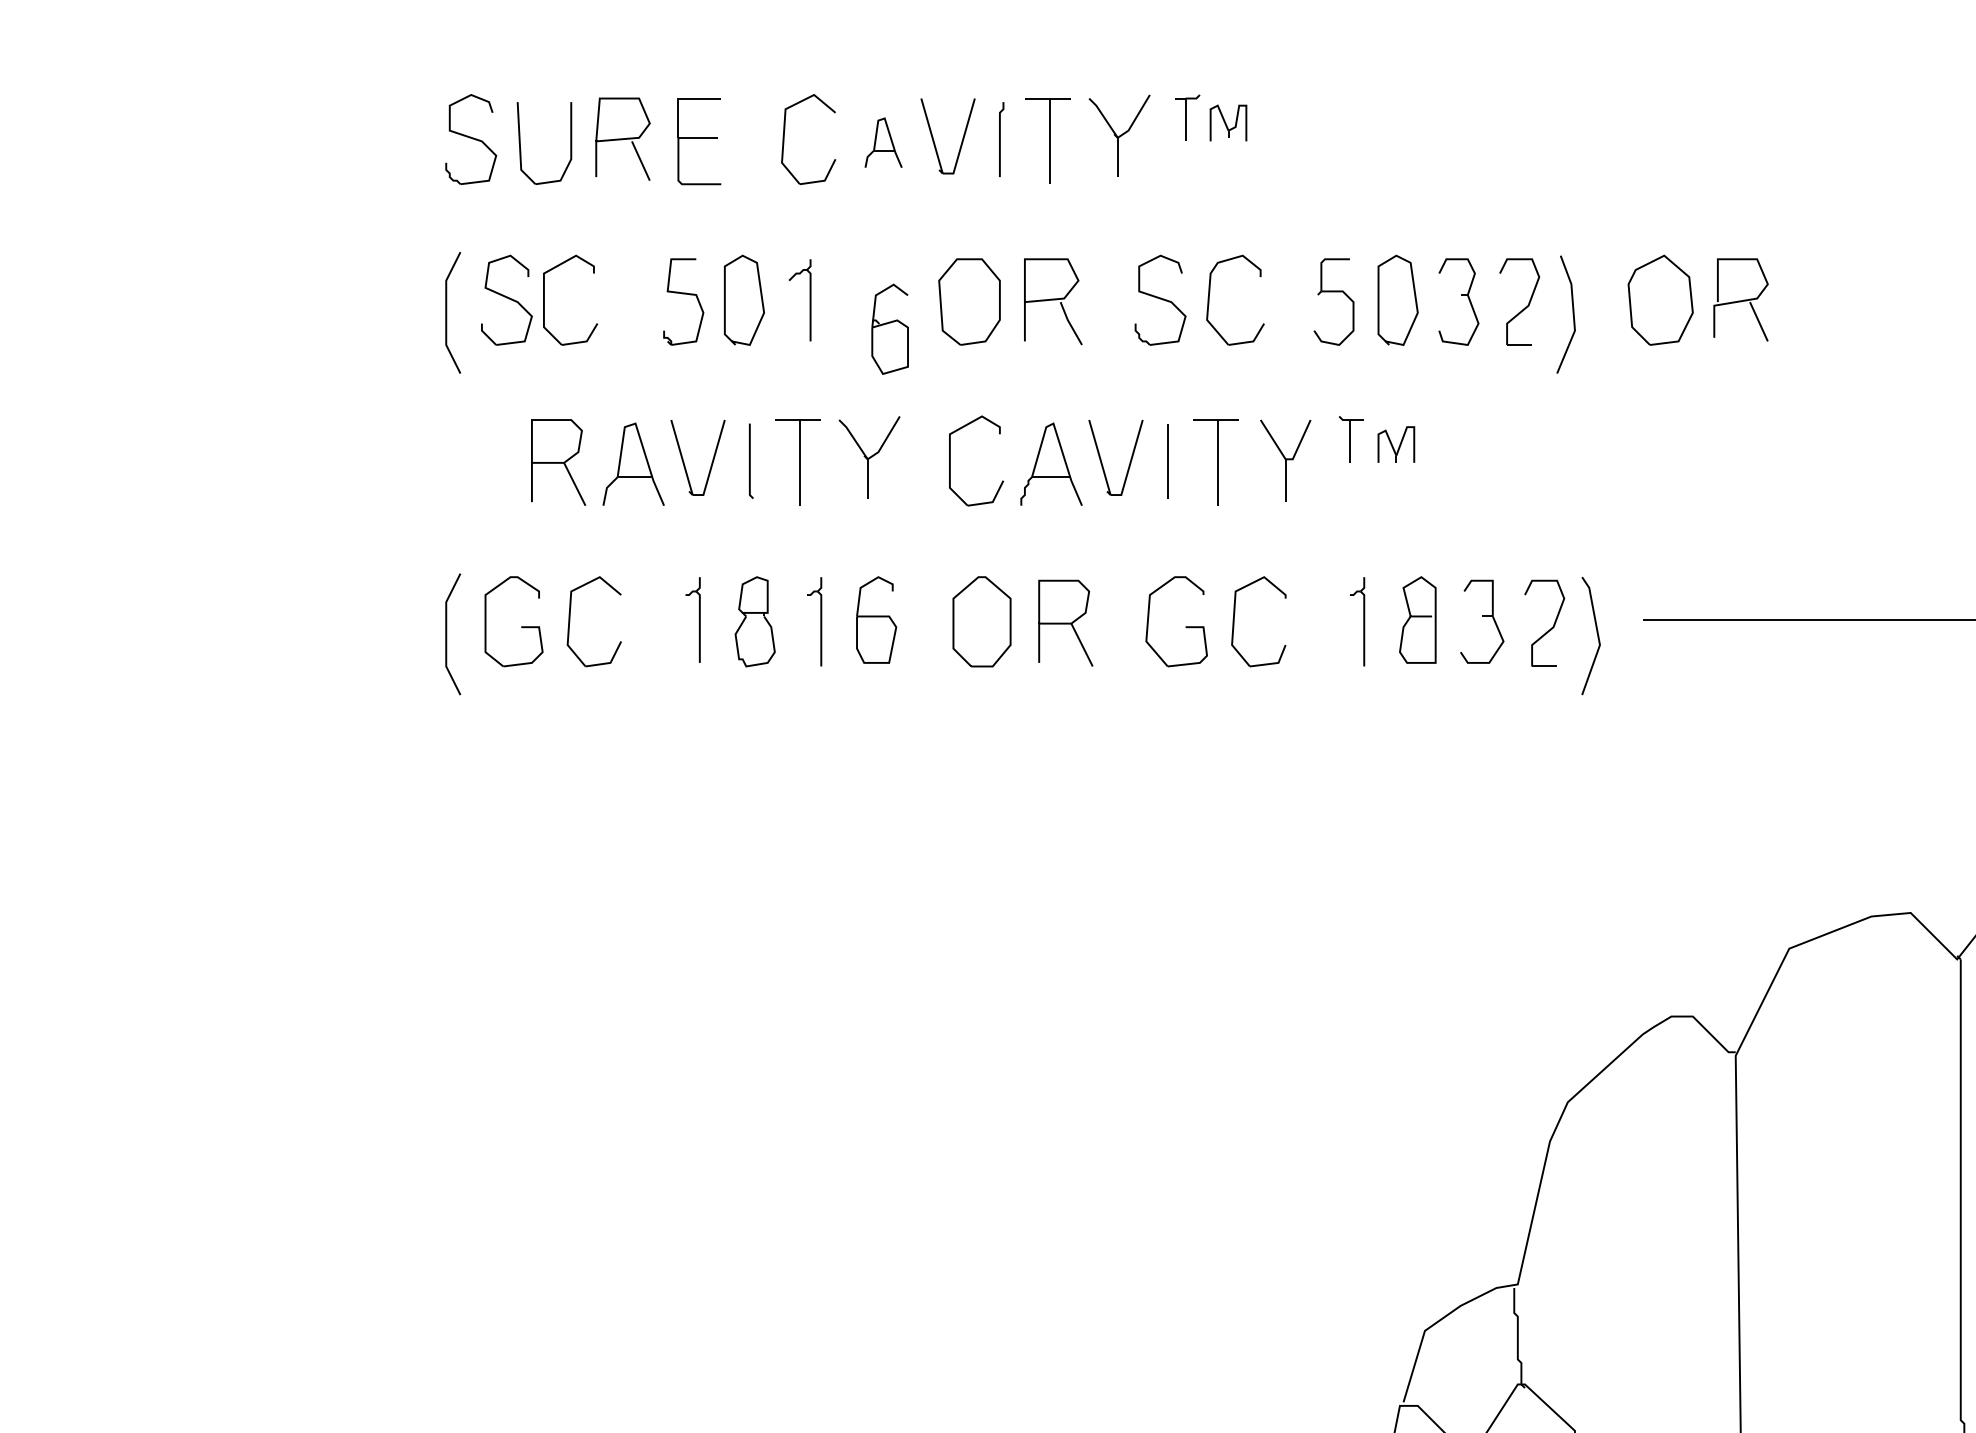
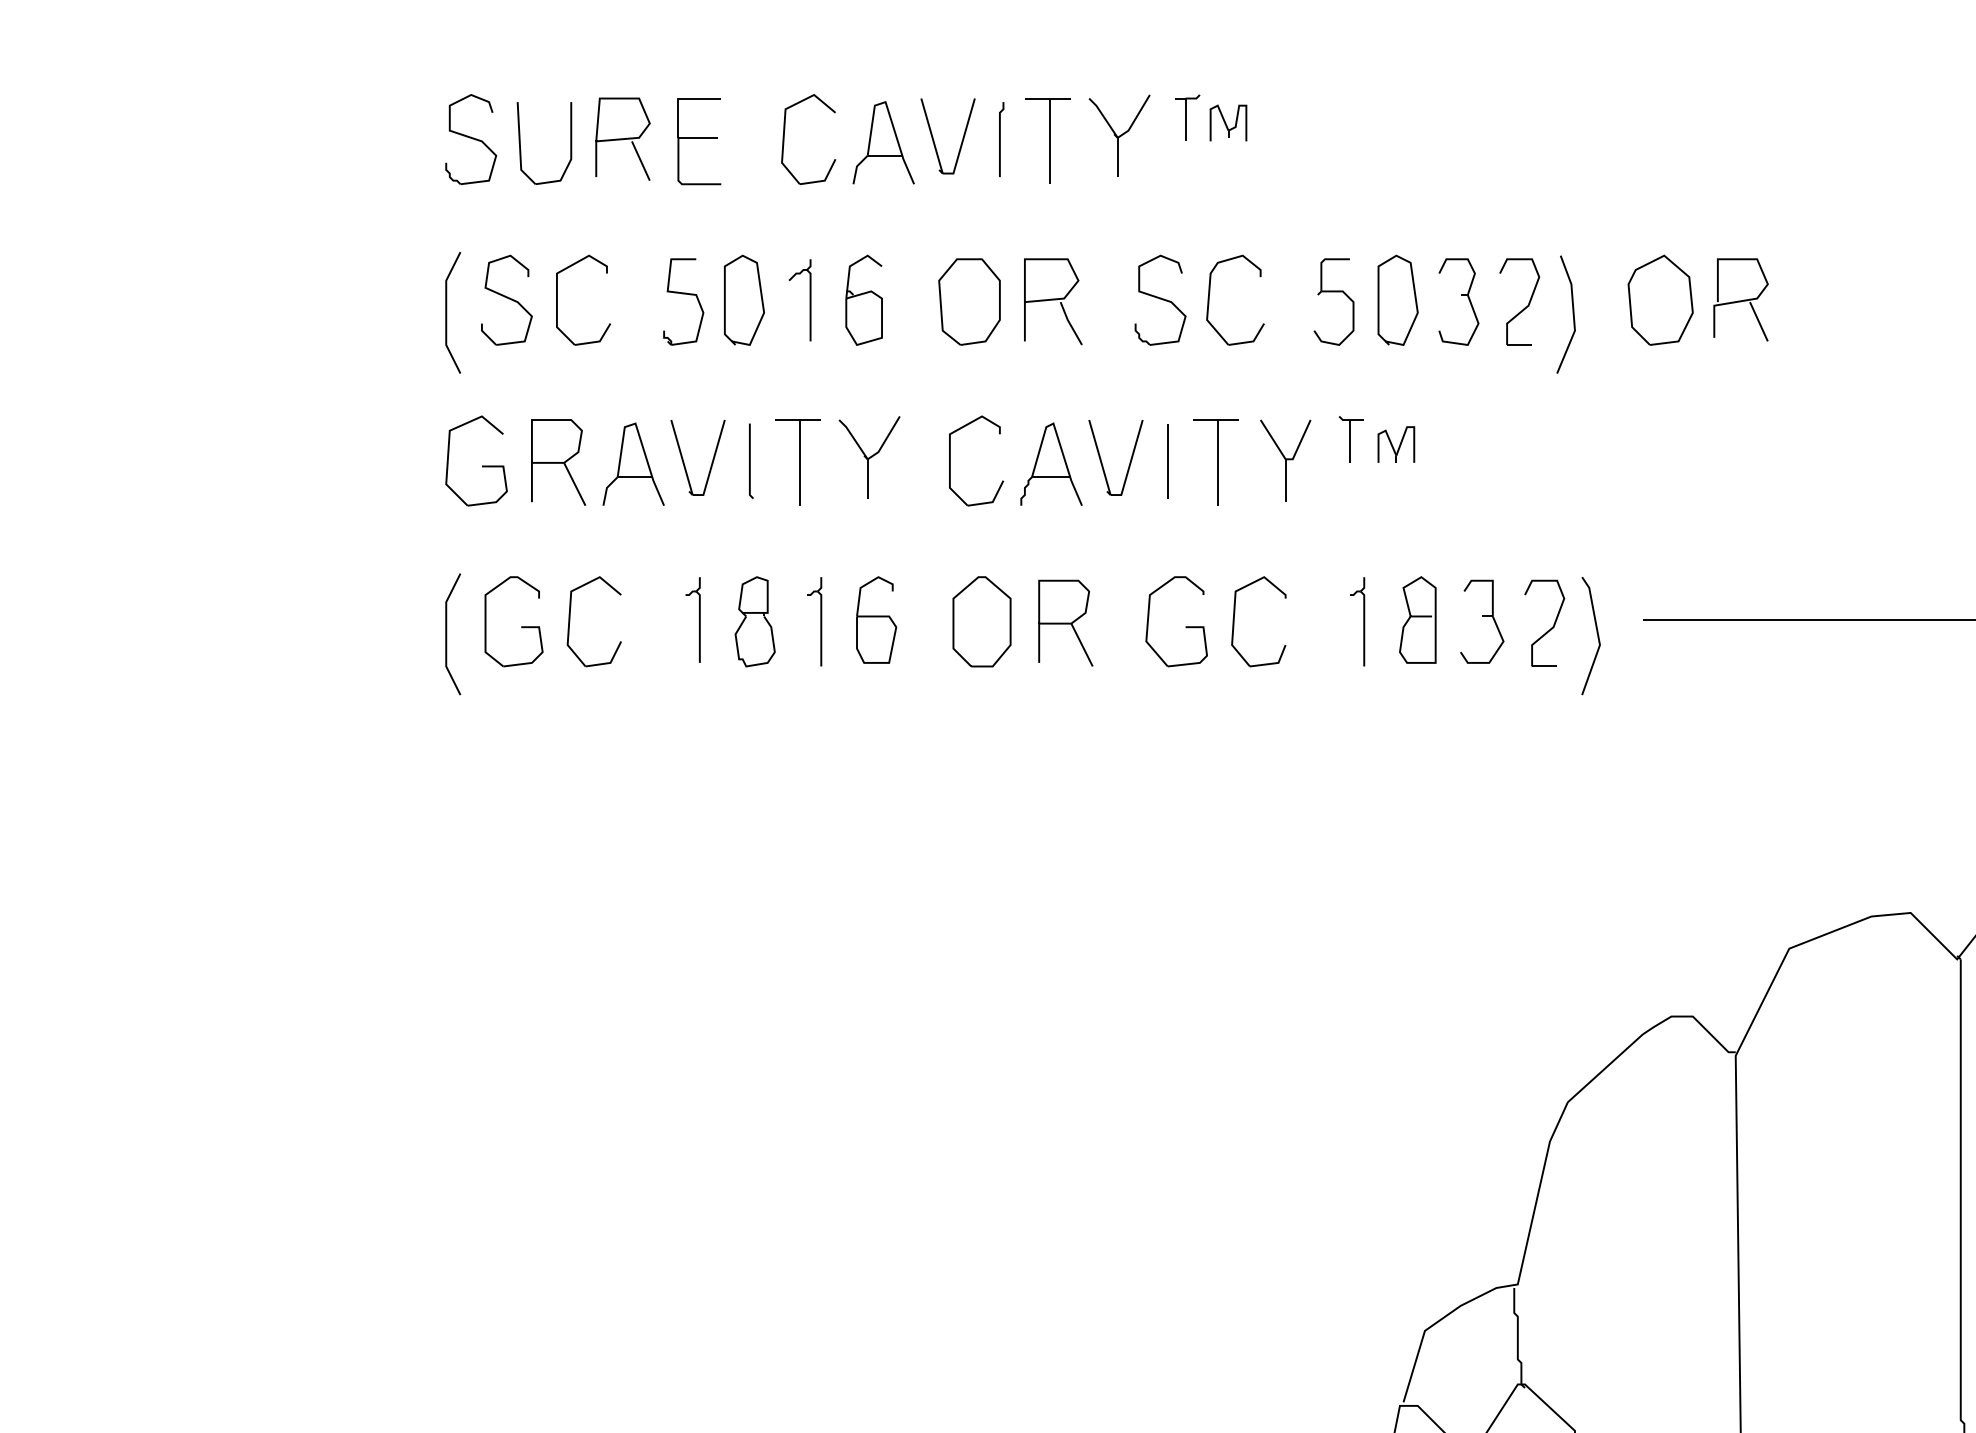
part at (883, 142) size: 39x51 px -> 63x84 px
part at (544, 299) position: (544, 299) -> (557, 299)
part at (889, 328) position: (889, 328) -> (863, 299)
part at (482, 465): none -> present
